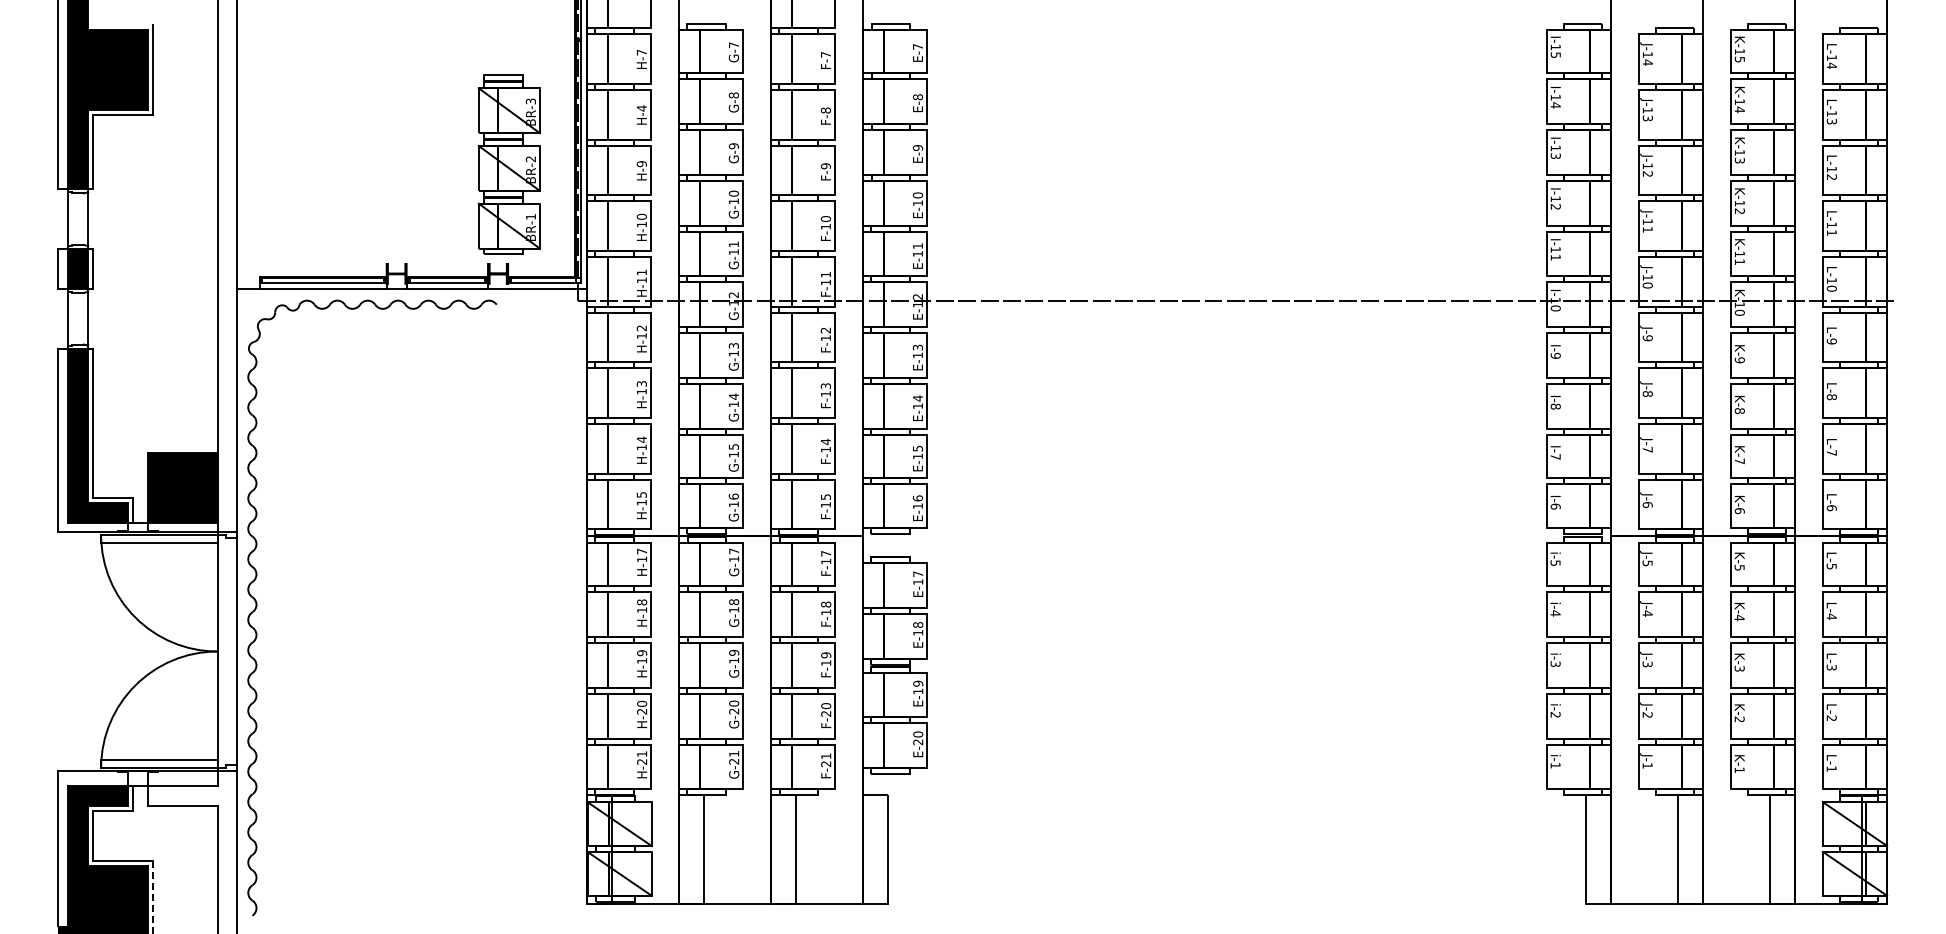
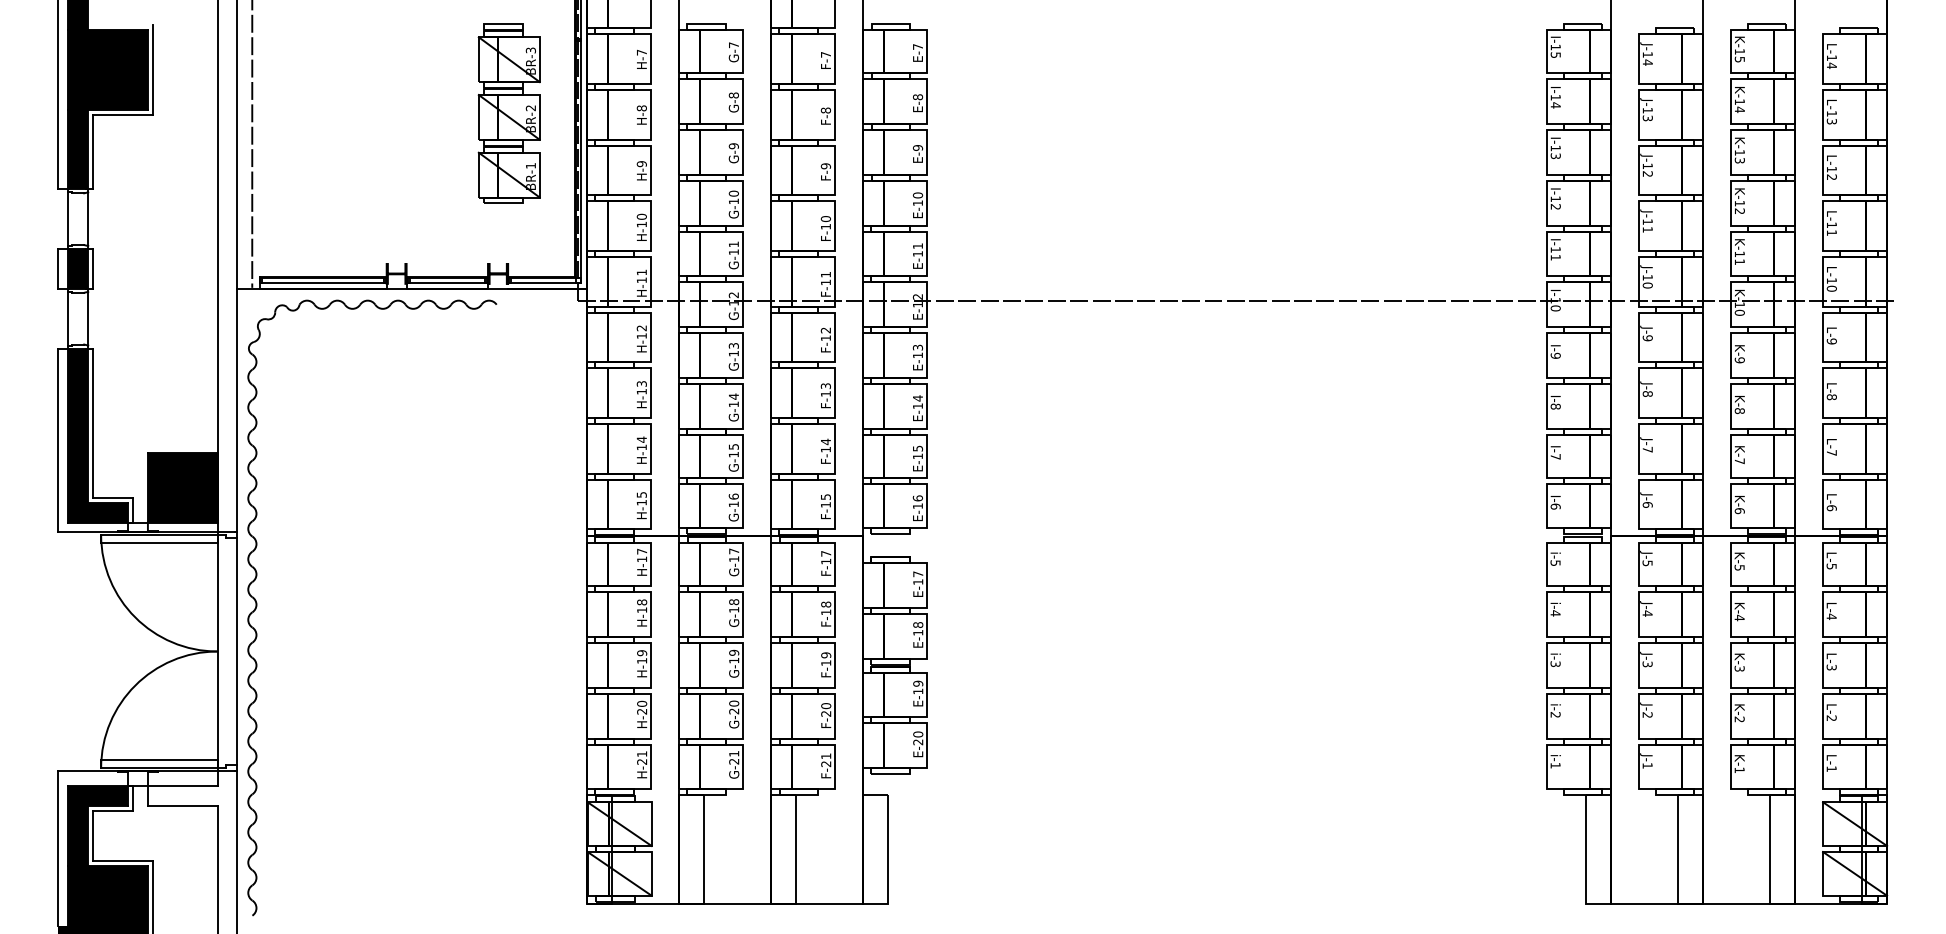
text at (641, 108): H-4 -> H-8
line at (252, 144): none -> present
part at (508, 164) position: (508, 164) -> (508, 113)
line at (152, 897): dashed -> solid
